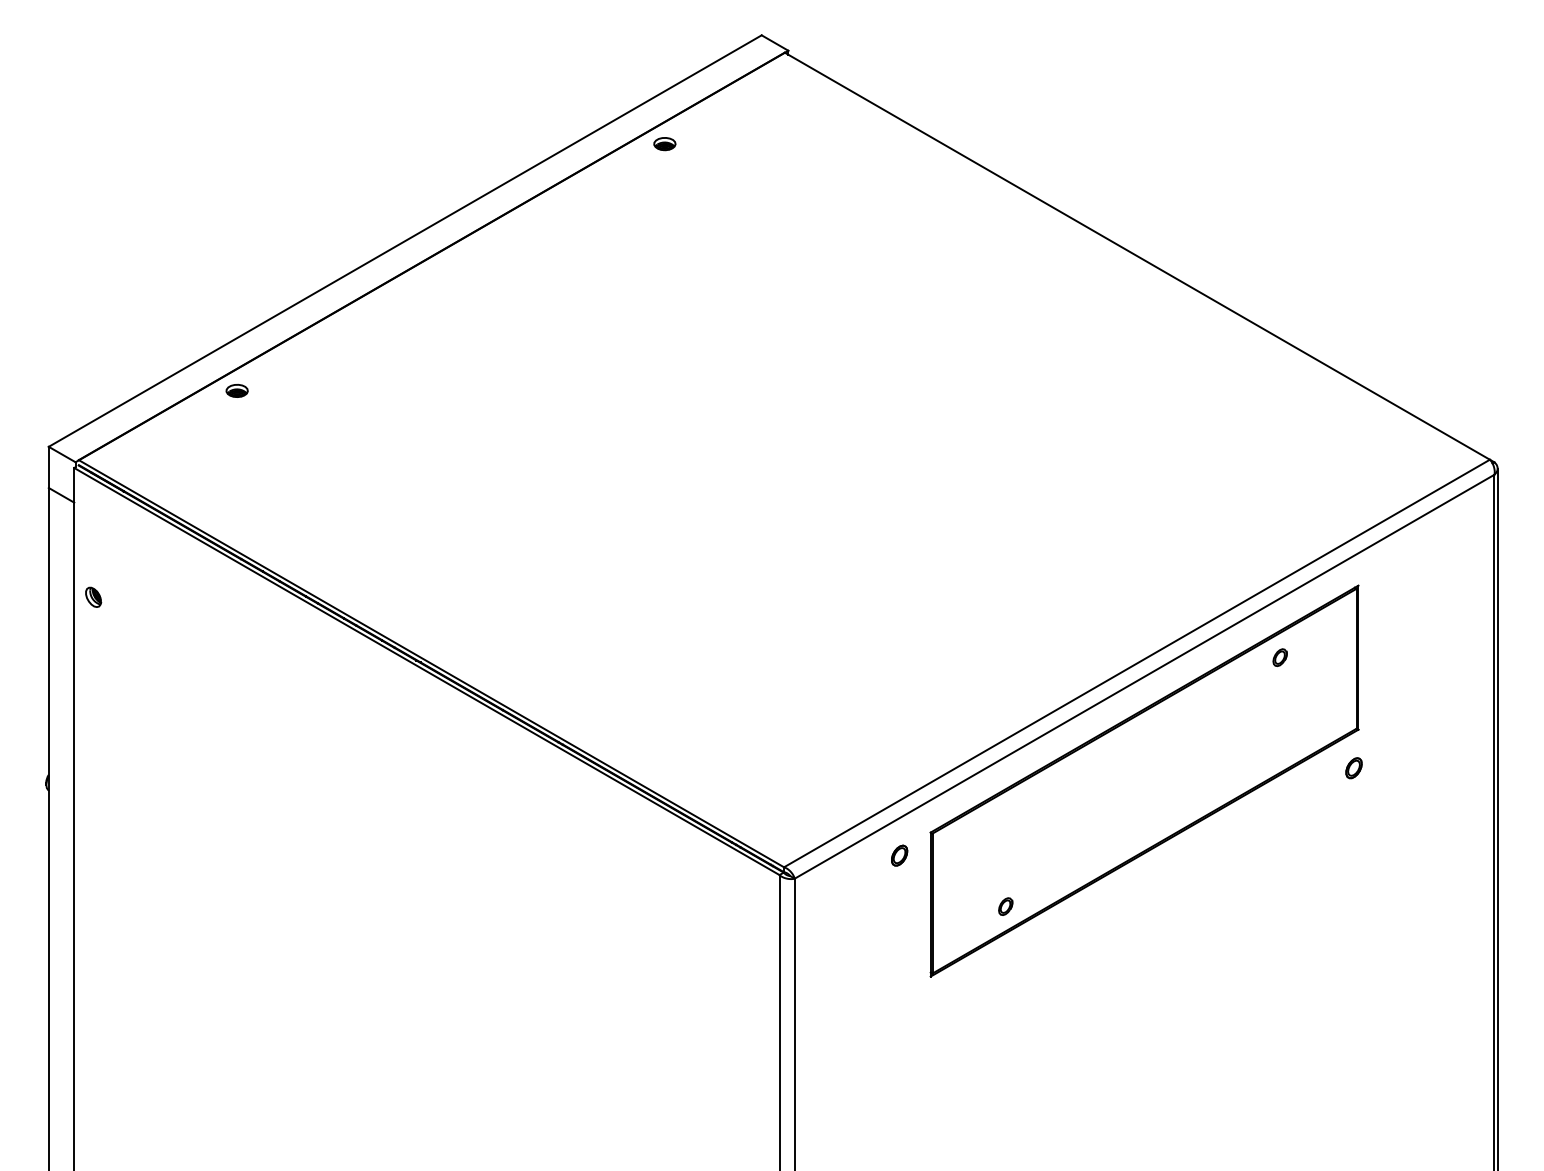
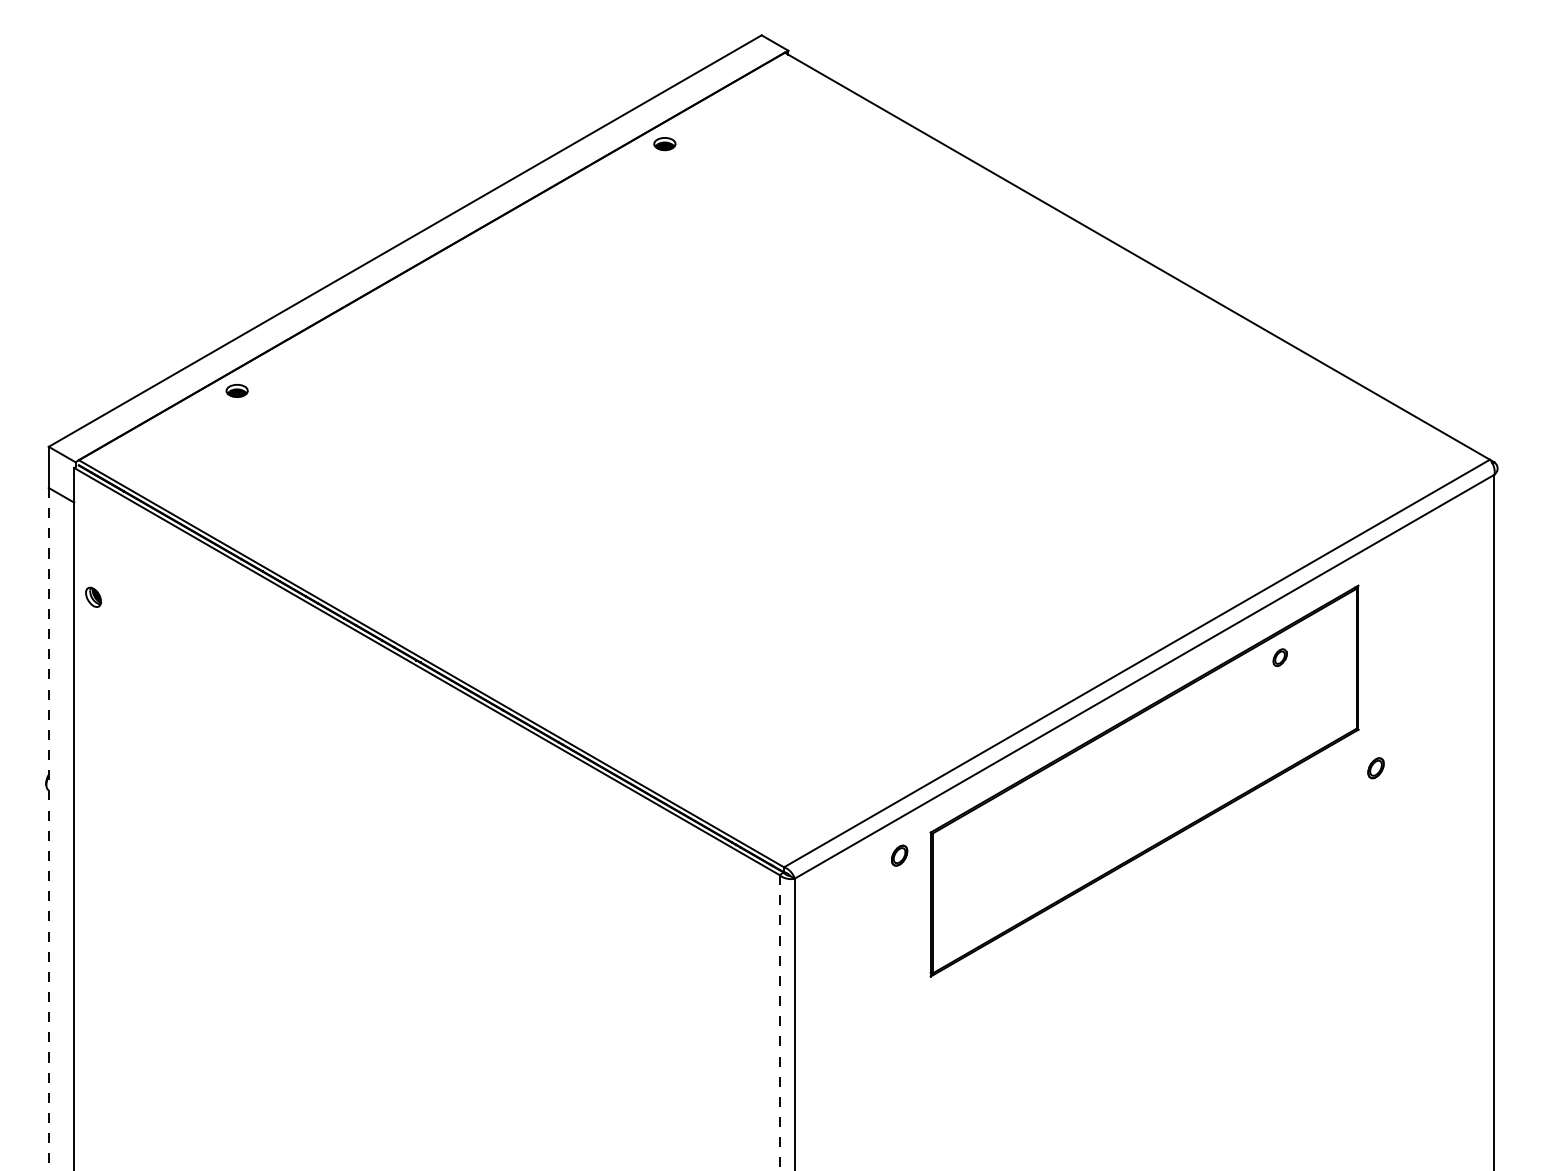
part at (1353, 768) position: (1353, 768) -> (1375, 768)
line at (1497, 817): present -> none
line at (48, 829): solid -> dashed
part at (1005, 906): present -> none
line at (779, 1023): solid -> dashed
